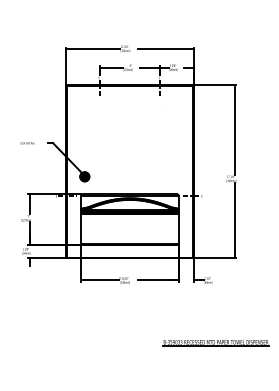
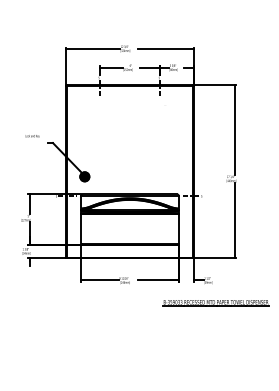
text at (27, 143) position: (27, 143) -> (32, 136)
part at (215, 343) position: (215, 343) -> (215, 303)
